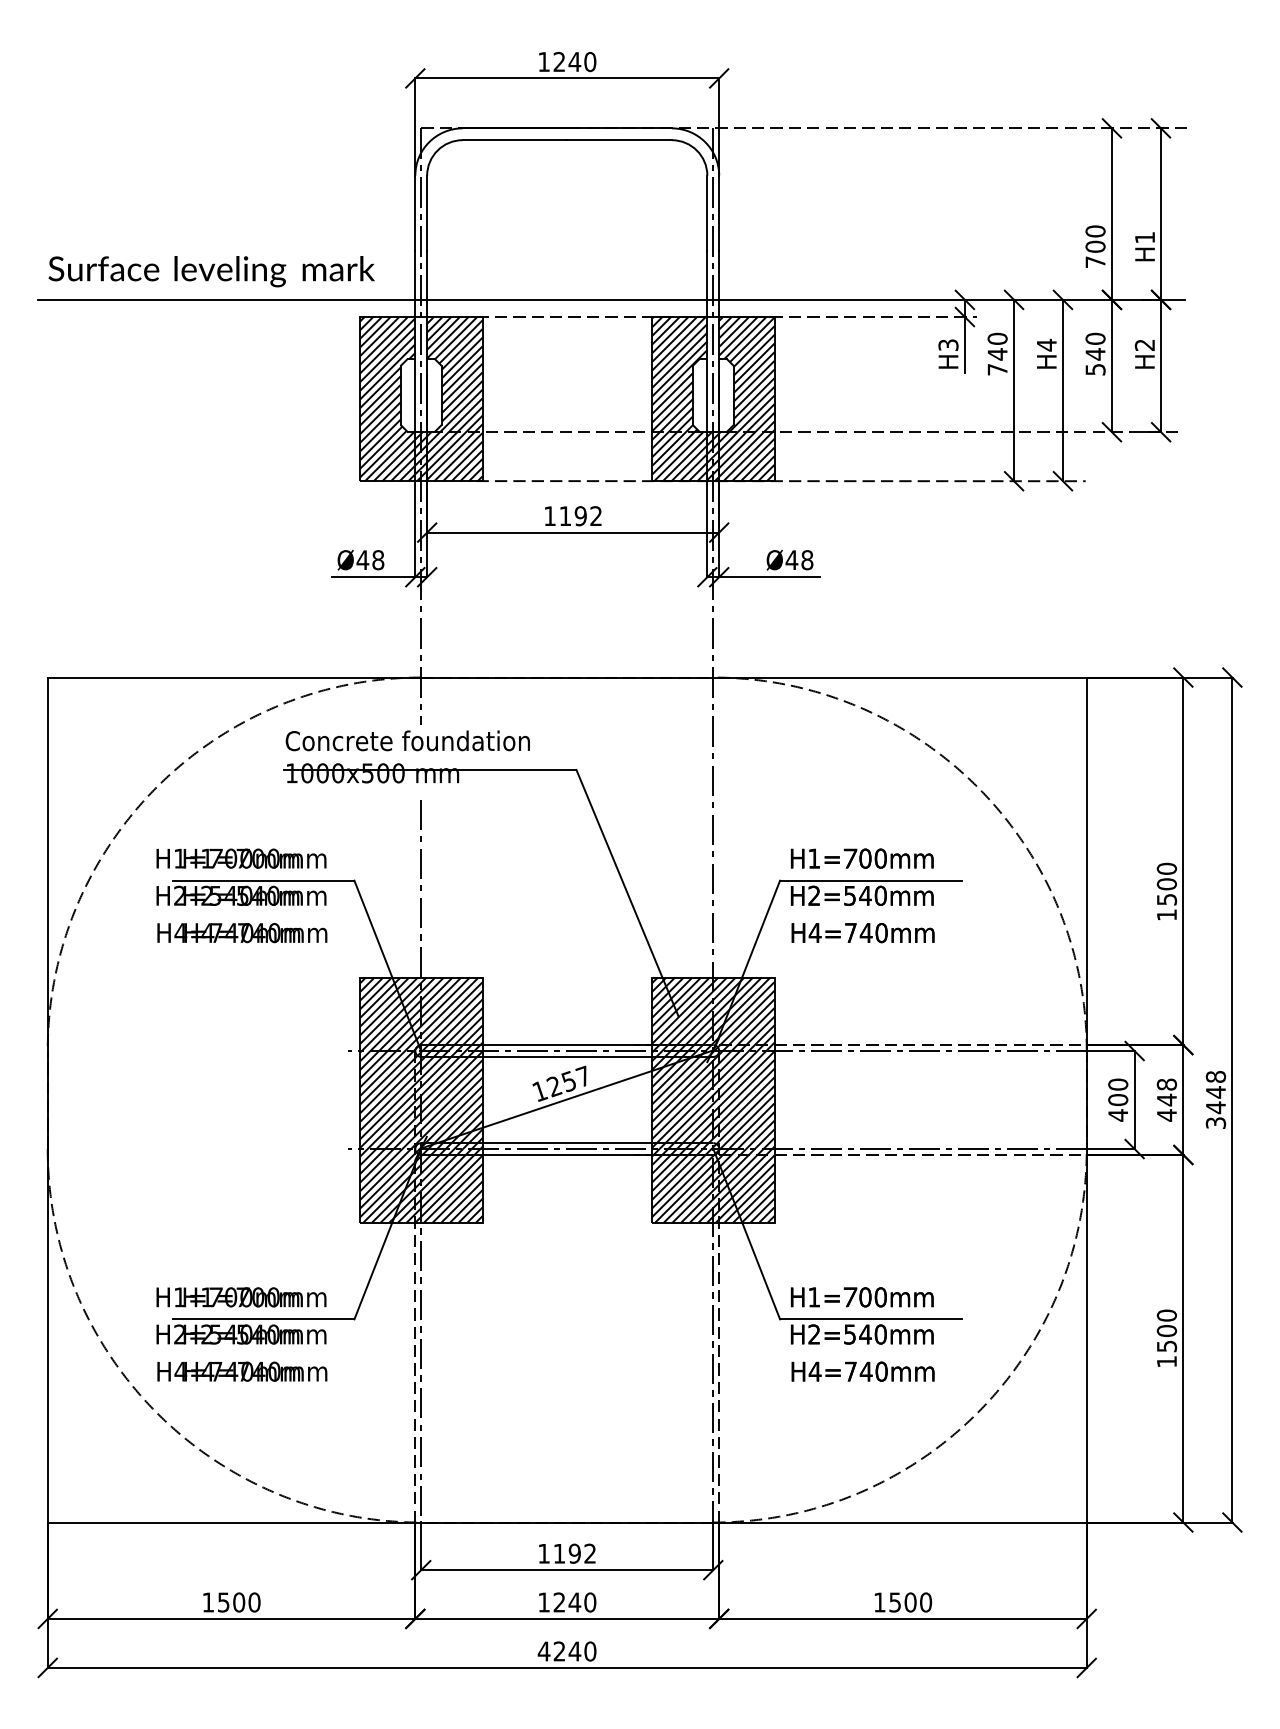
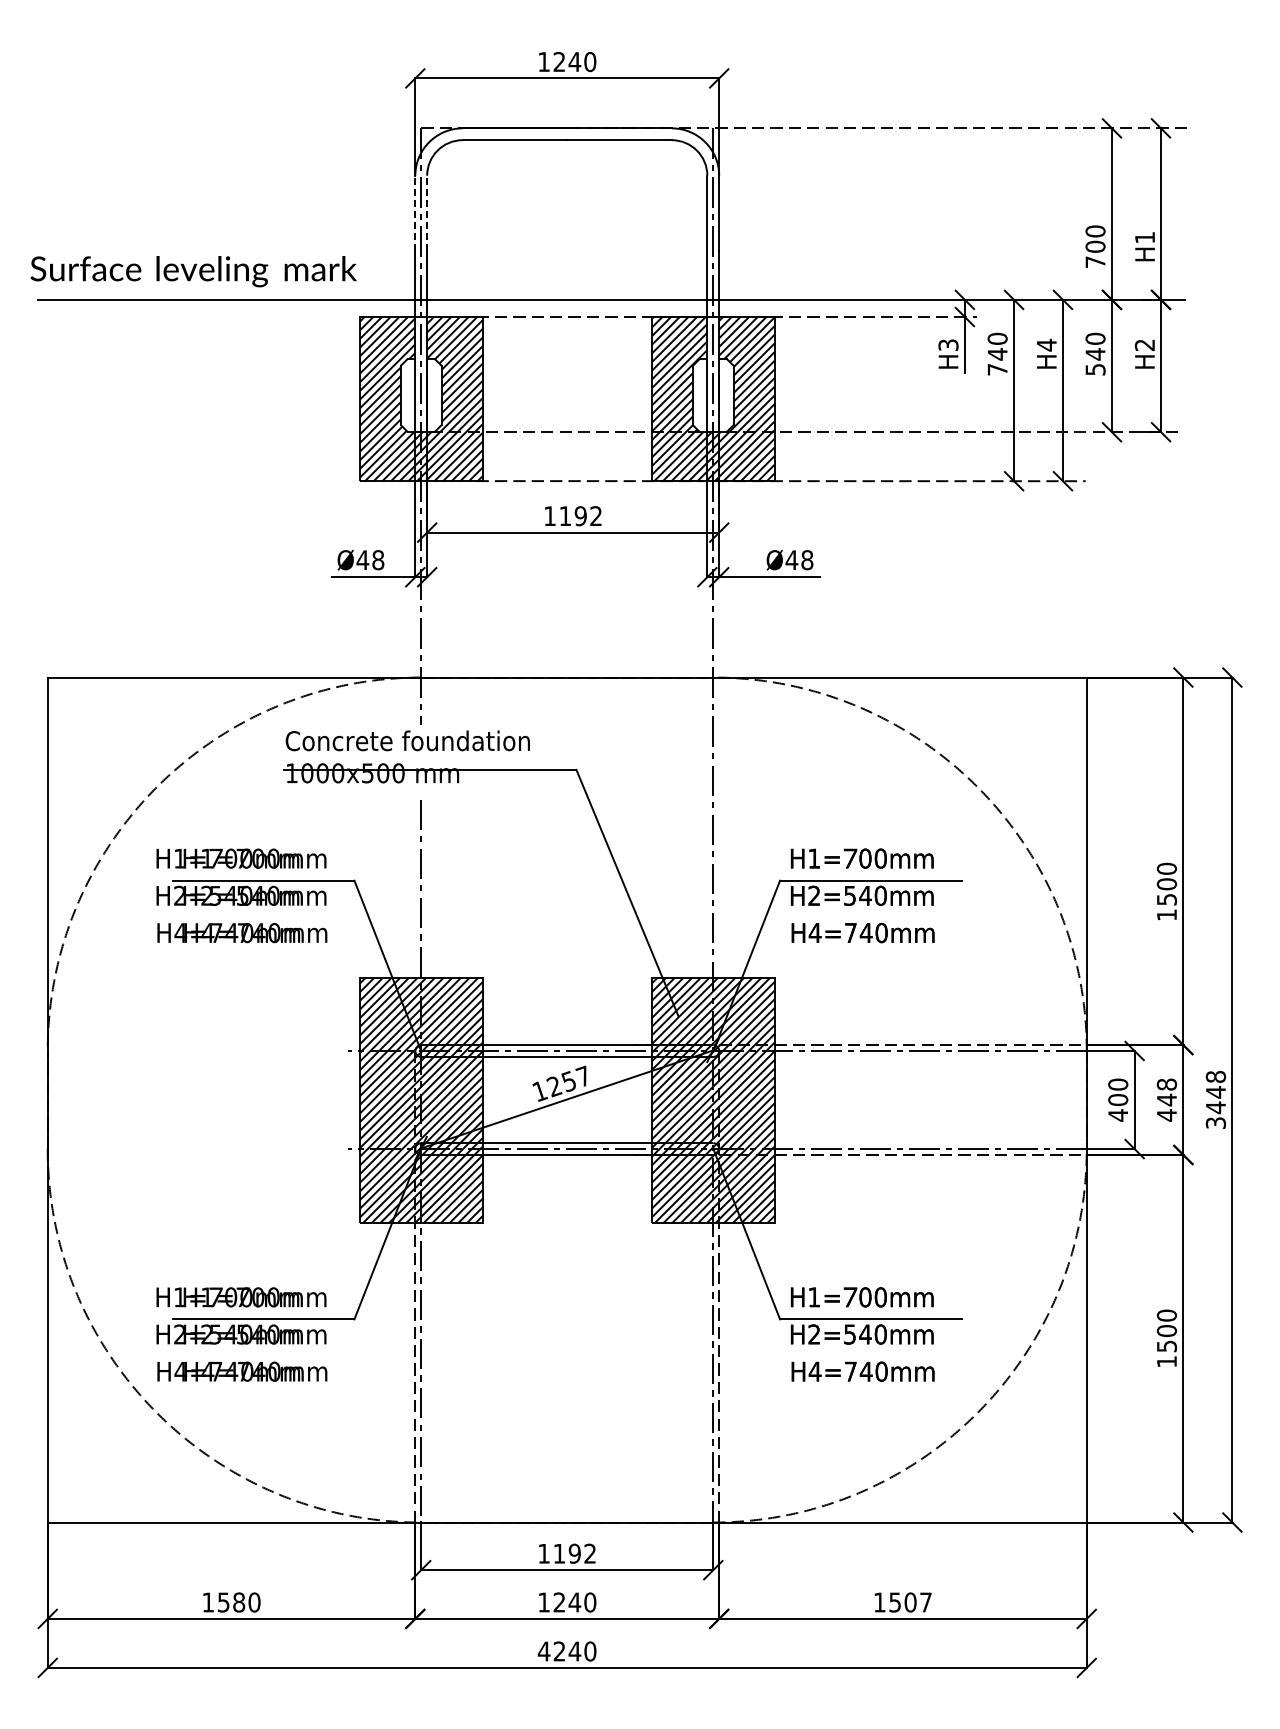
line at (415, 213): solid -> dashed
line at (427, 213): solid -> dashed
text at (211, 271) position: (211, 271) -> (193, 271)
text at (239, 1602): 1500 -> 1580
text at (926, 1602): 1500 -> 1507
